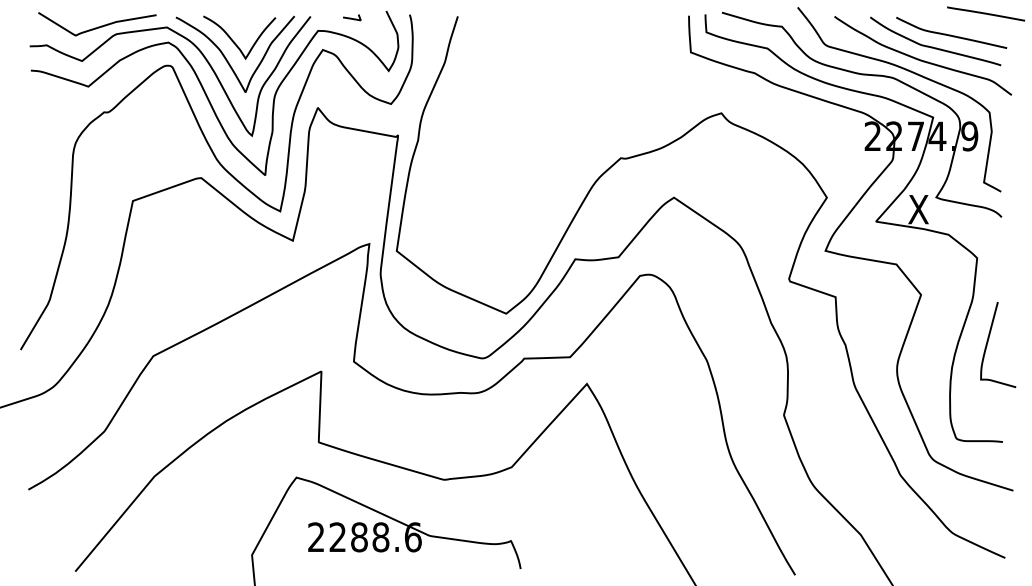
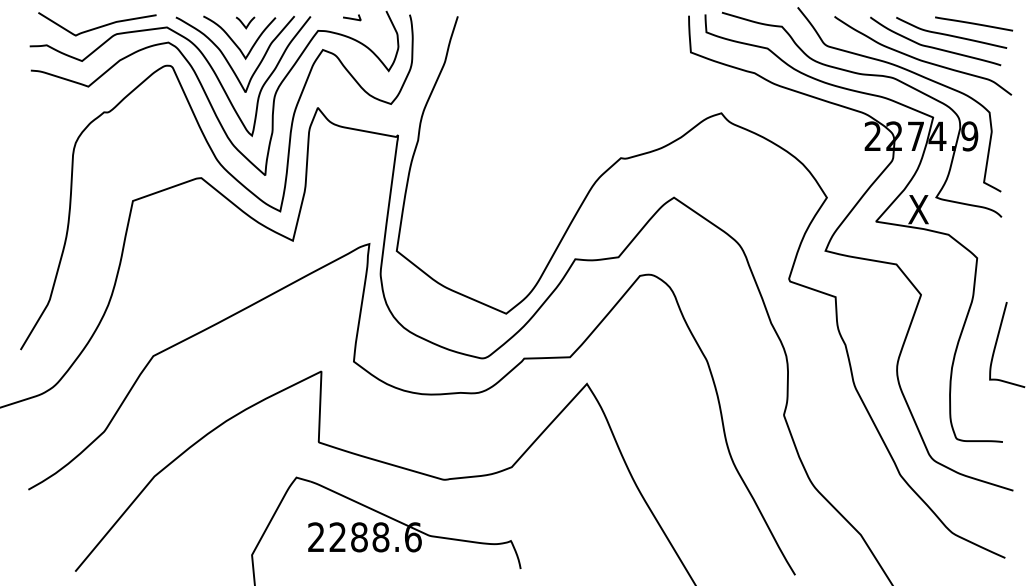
line at (986, 13) position: (986, 13) -> (974, 23)
curve at (243, 23): none -> present
curve at (988, 342) position: (988, 342) -> (997, 342)
